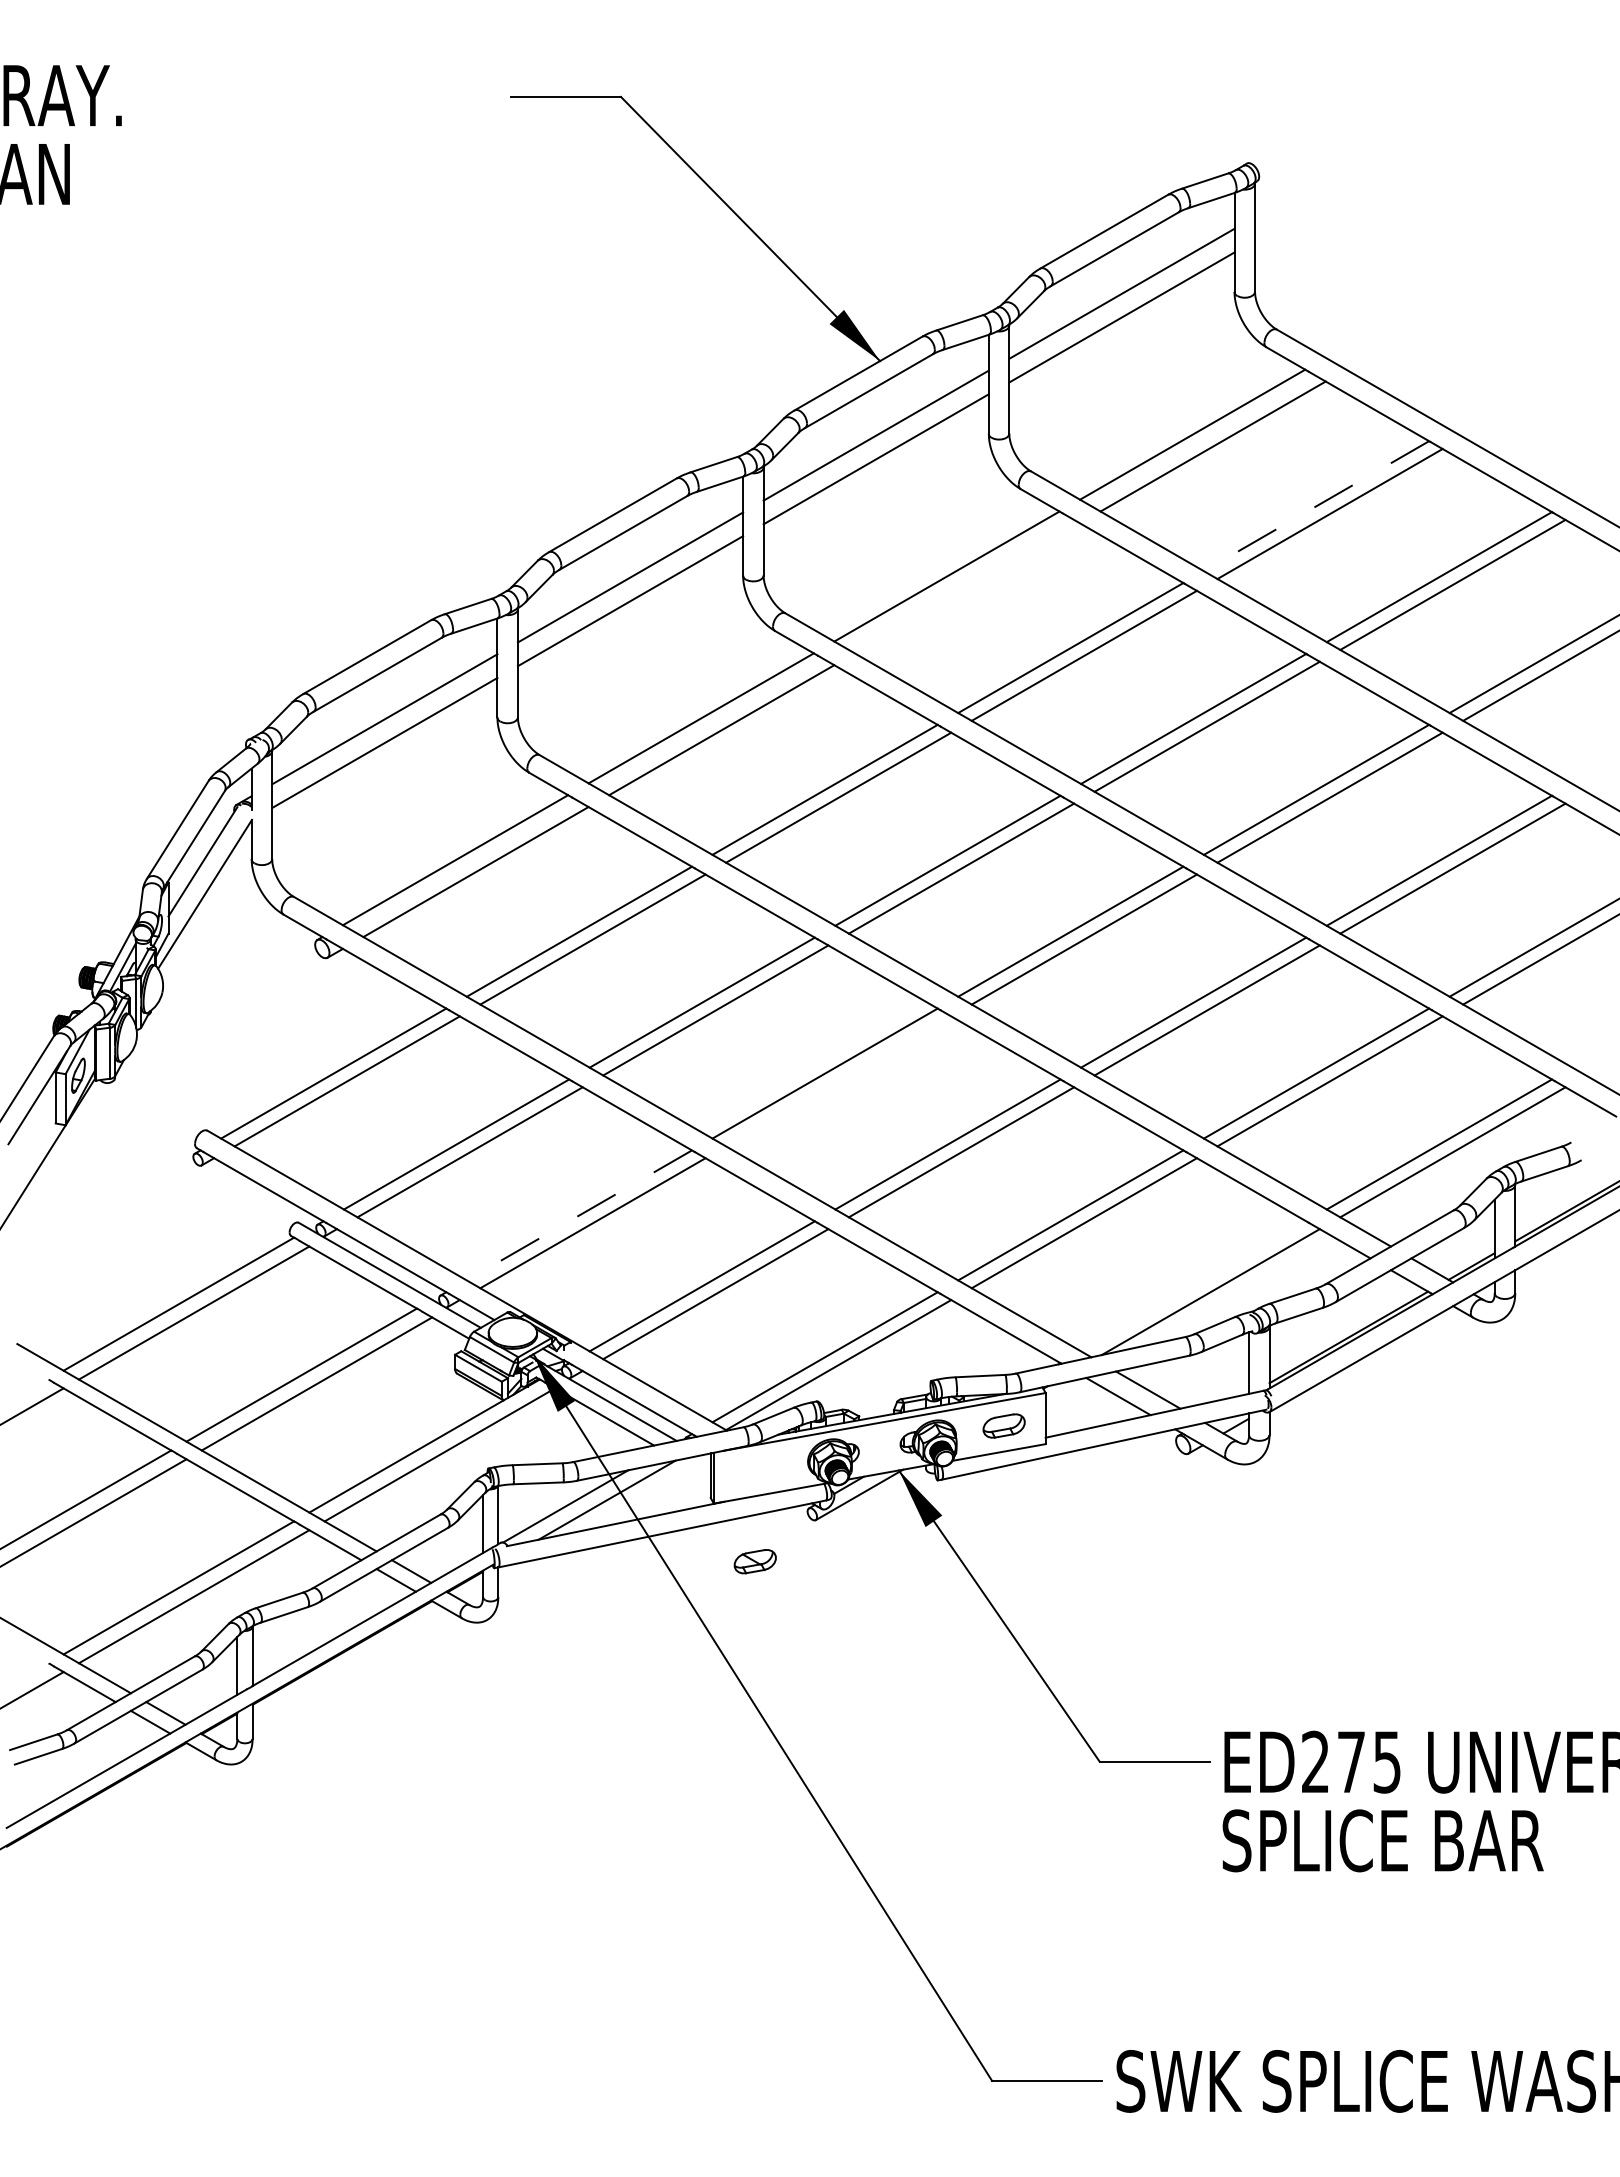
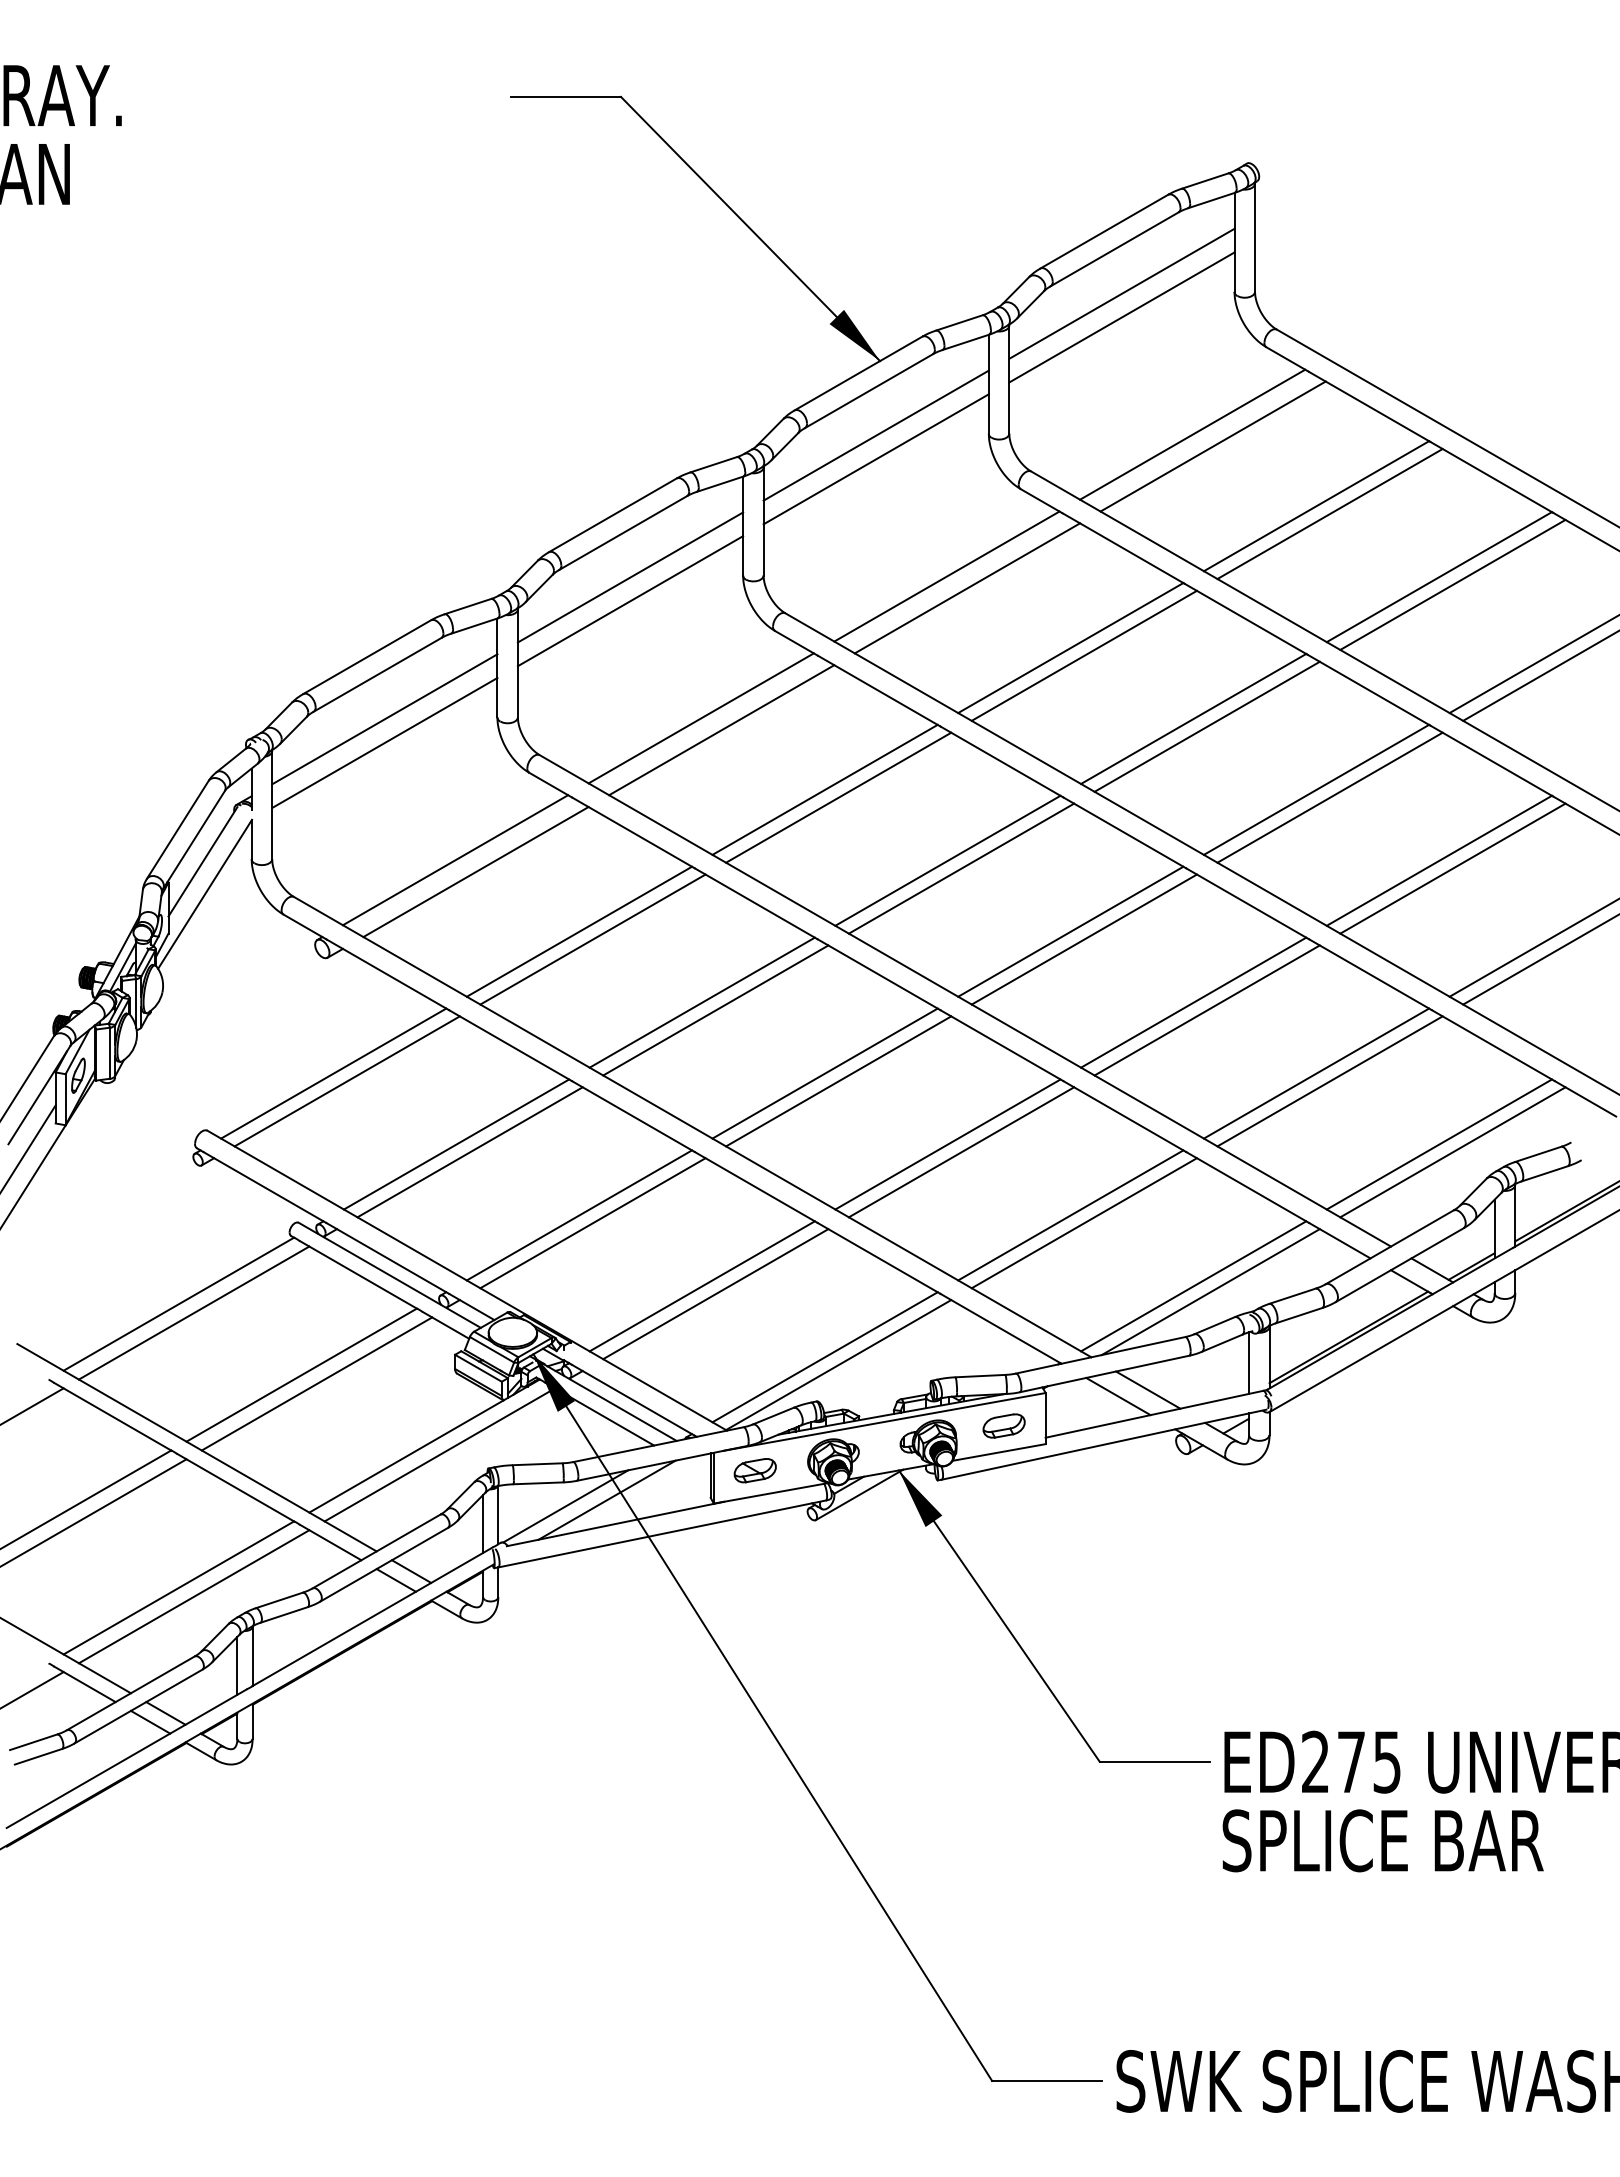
line at (1316, 506): dashed -> solid
line at (967, 588): none -> present
line at (838, 1081): none -> present
line at (28, 1147): none -> present
line at (578, 1215): dashed -> solid
line at (1193, 1286): none -> present
part at (754, 1561) position: (754, 1561) -> (754, 1470)
